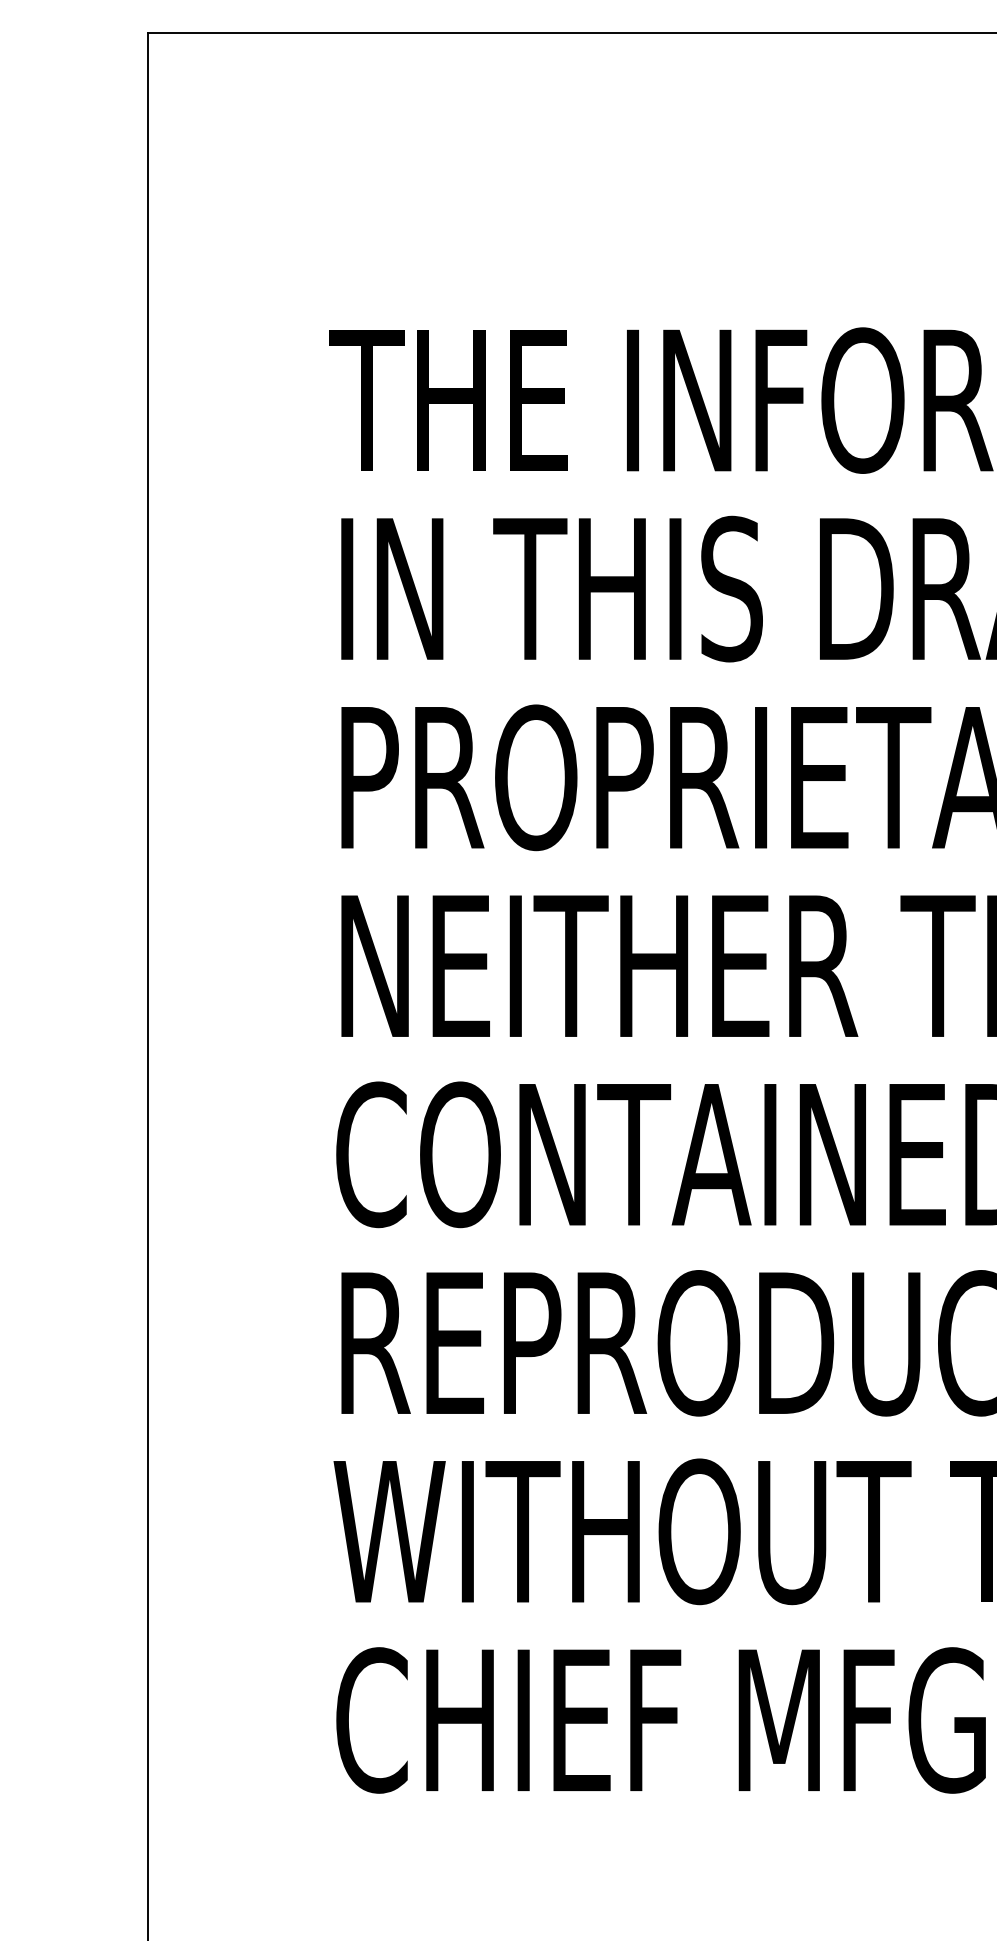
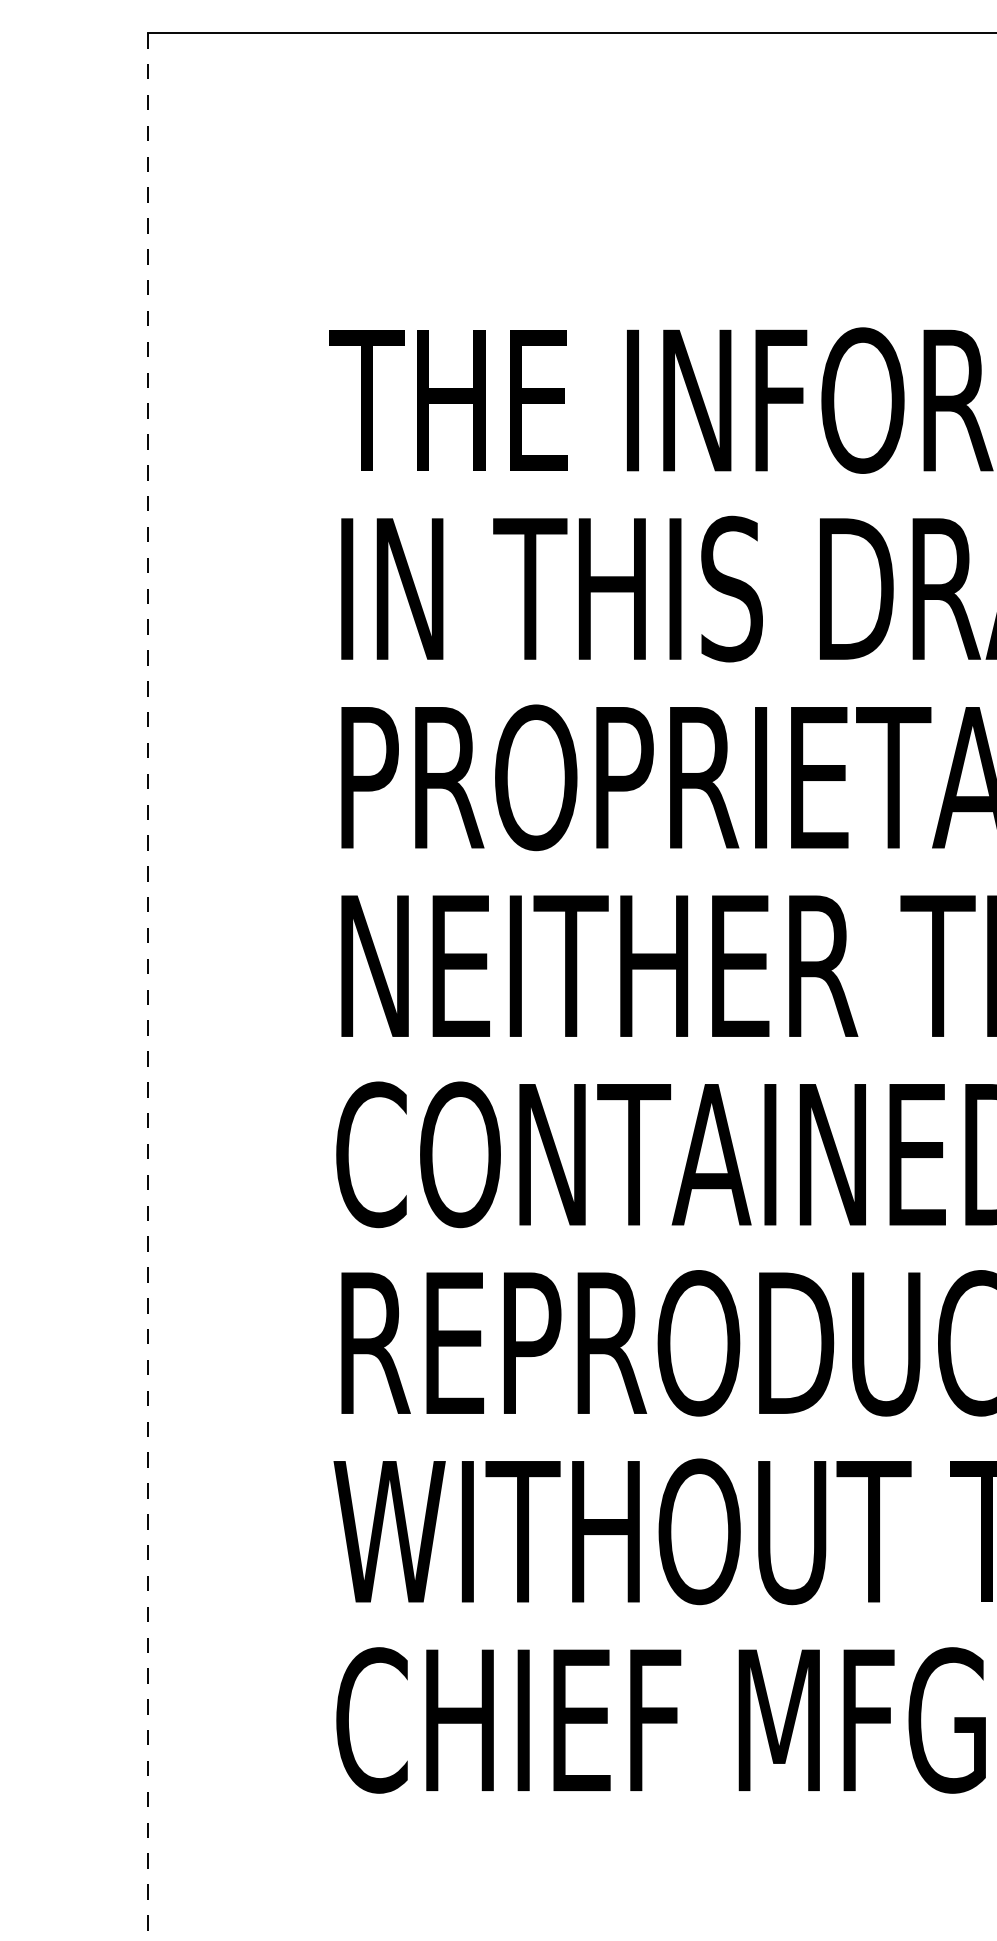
line at (148, 986): solid -> dashed
